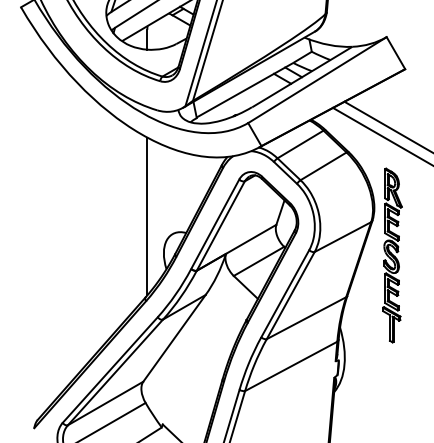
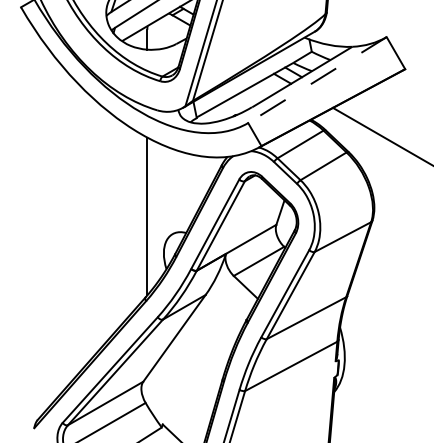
line at (317, 80): solid -> dashed
line at (387, 126): present -> none
part at (392, 255): present -> none
